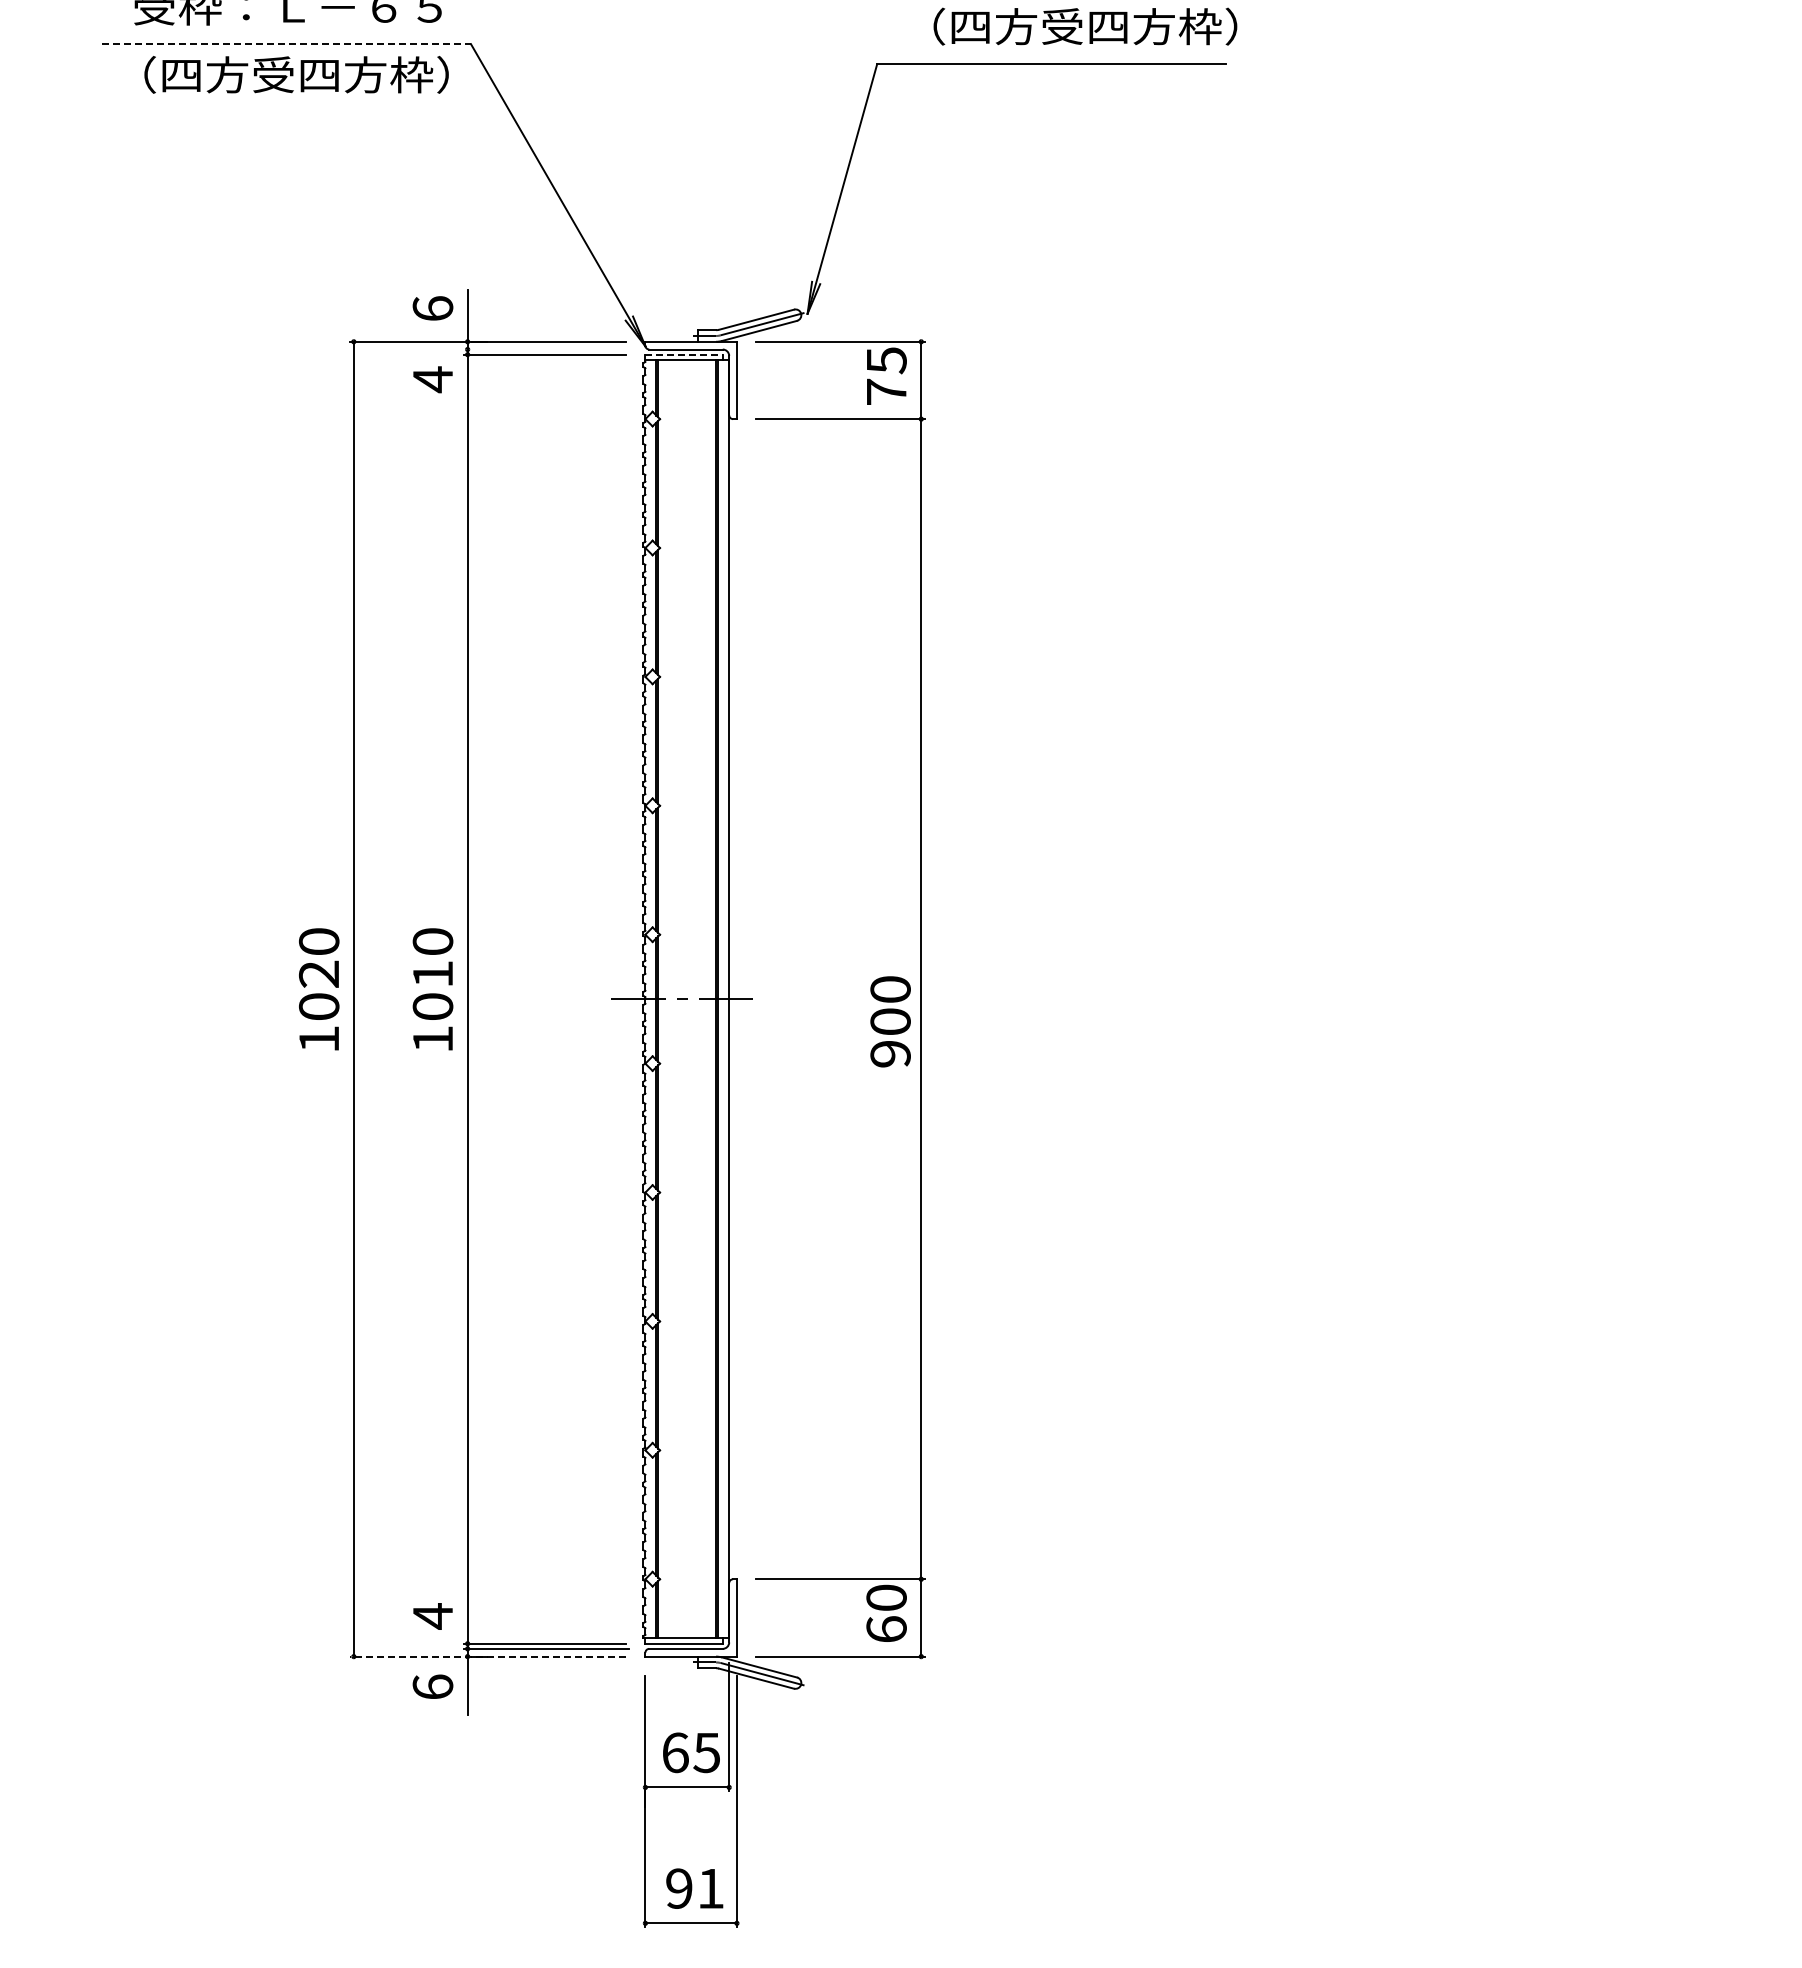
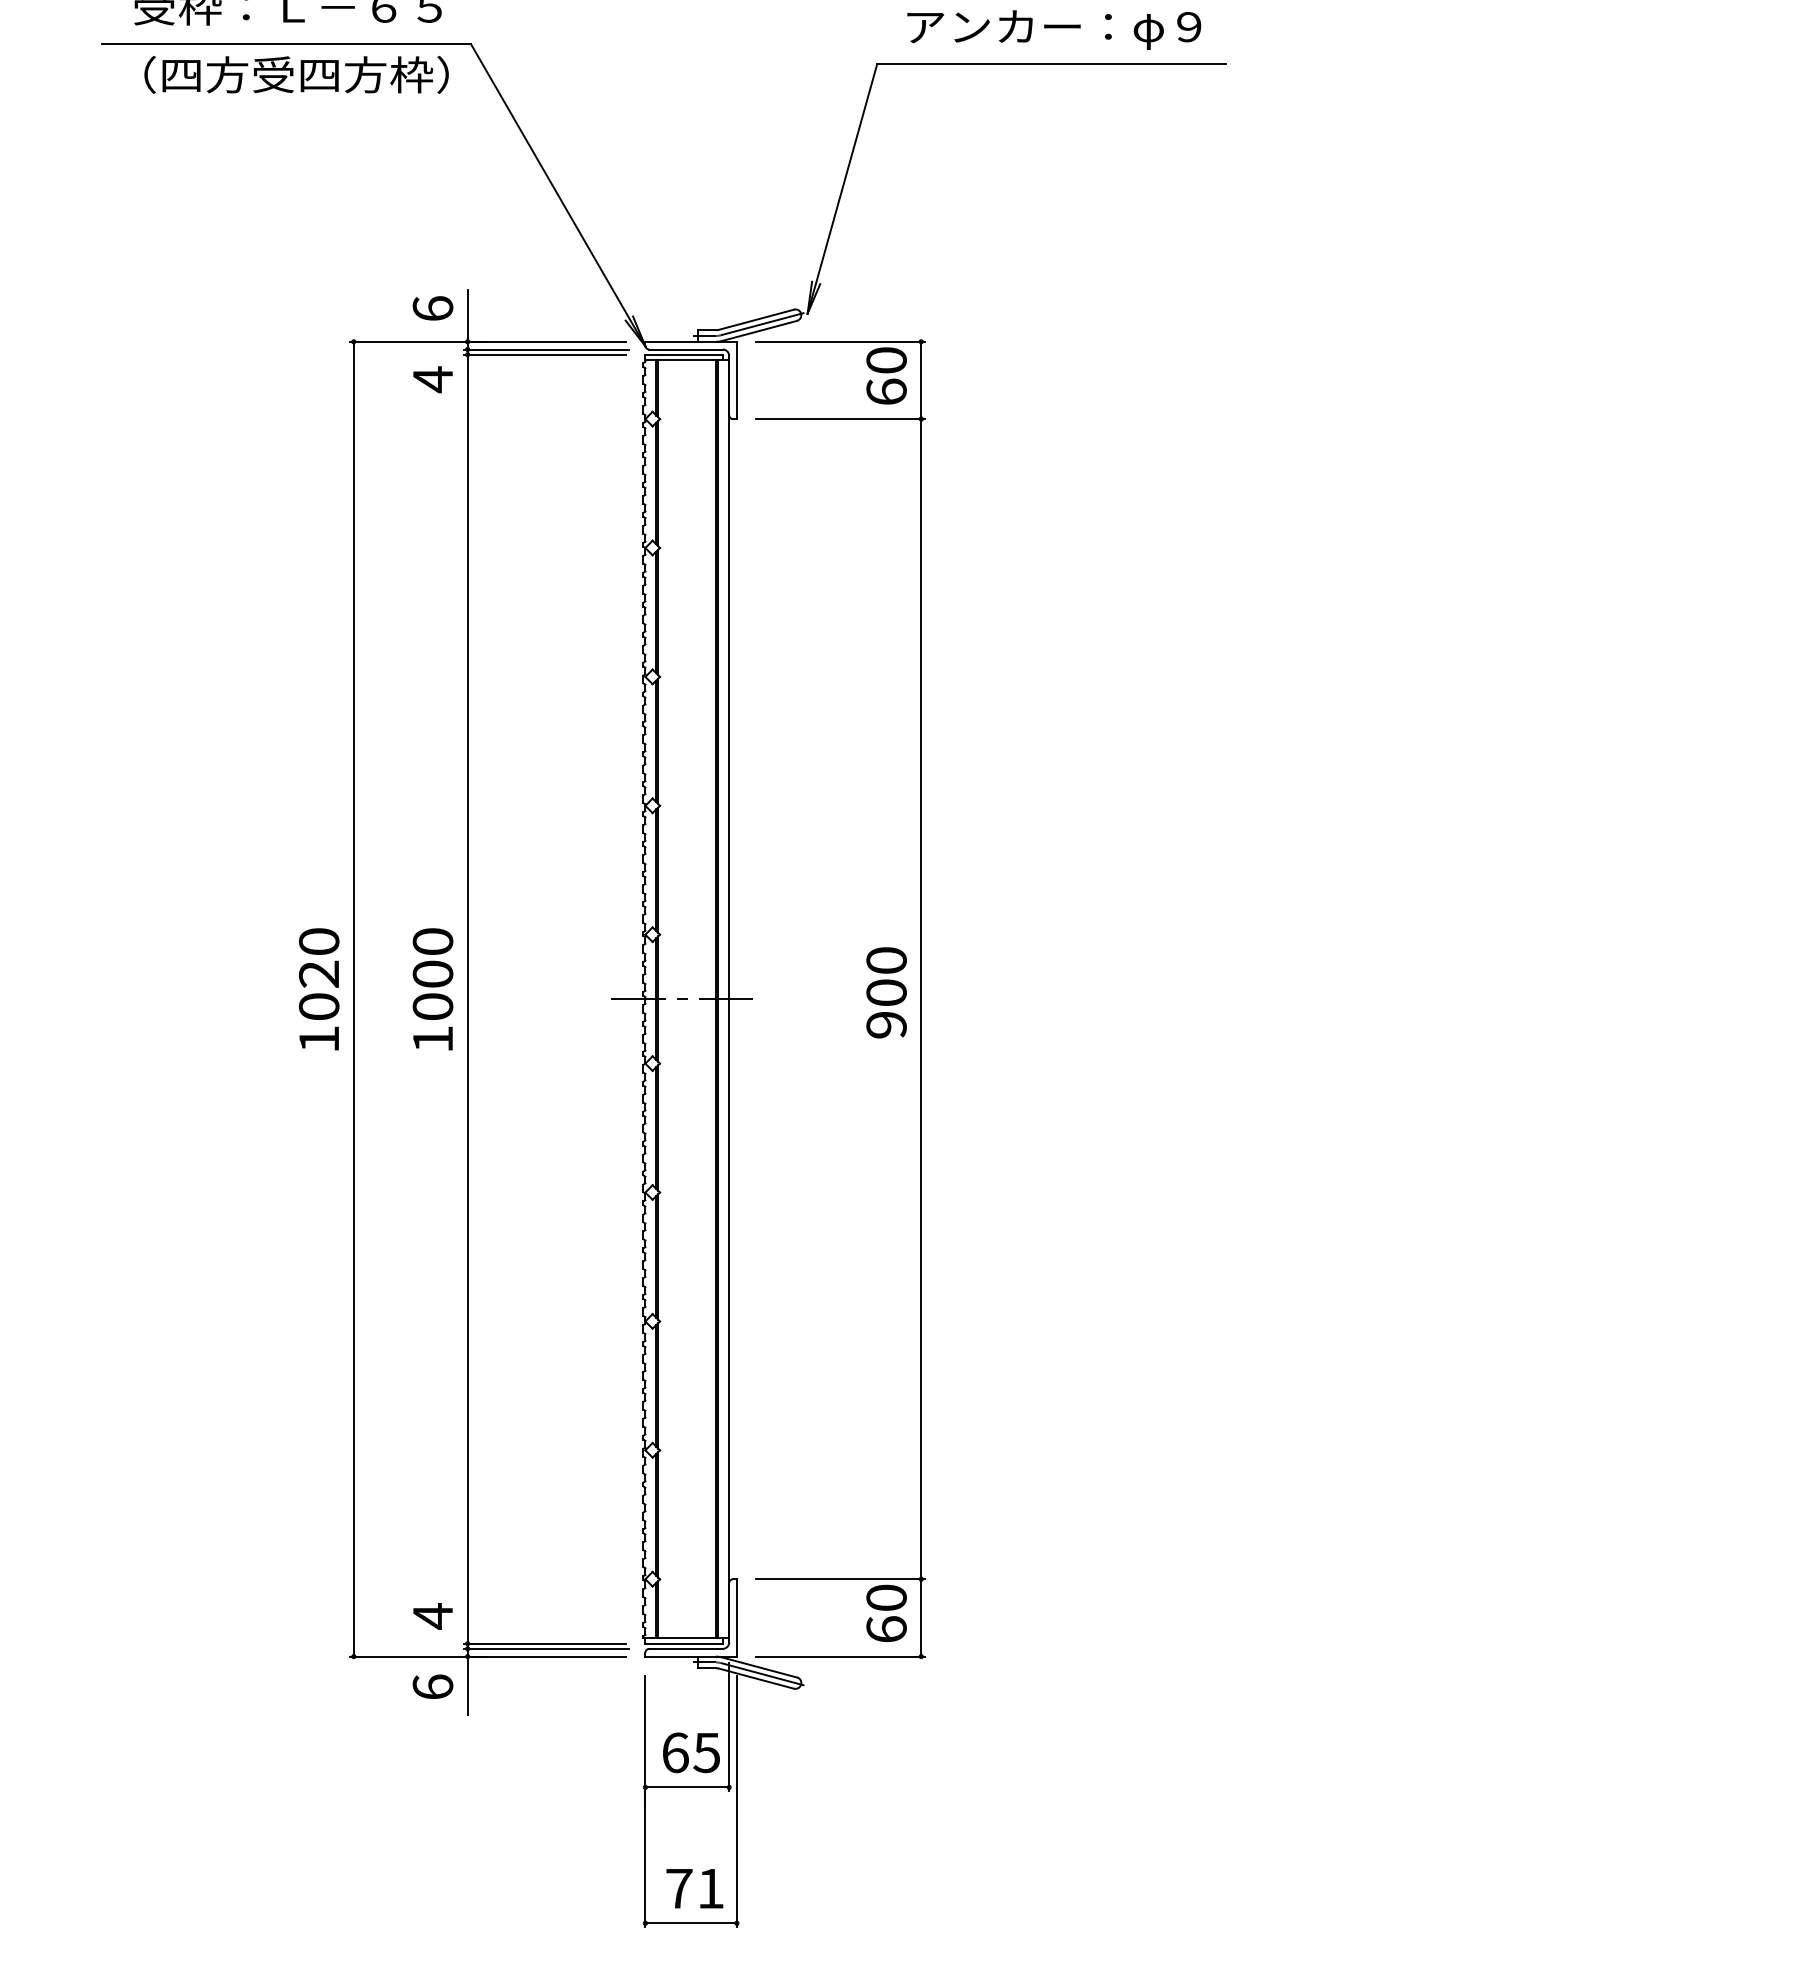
text at (1072, 28): （四方受四方枠） -> アンカー：φ９
line at (286, 44): dashed -> solid
line at (546, 349): none -> present
line at (684, 354): dashed -> solid
text at (886, 375): 75 -> 60
text at (432, 973): 1010 -> 1000
text at (890, 1021) position: (890, 1021) -> (886, 992)
line at (487, 1656): dashed -> solid
text at (679, 1888): 91 -> 71
